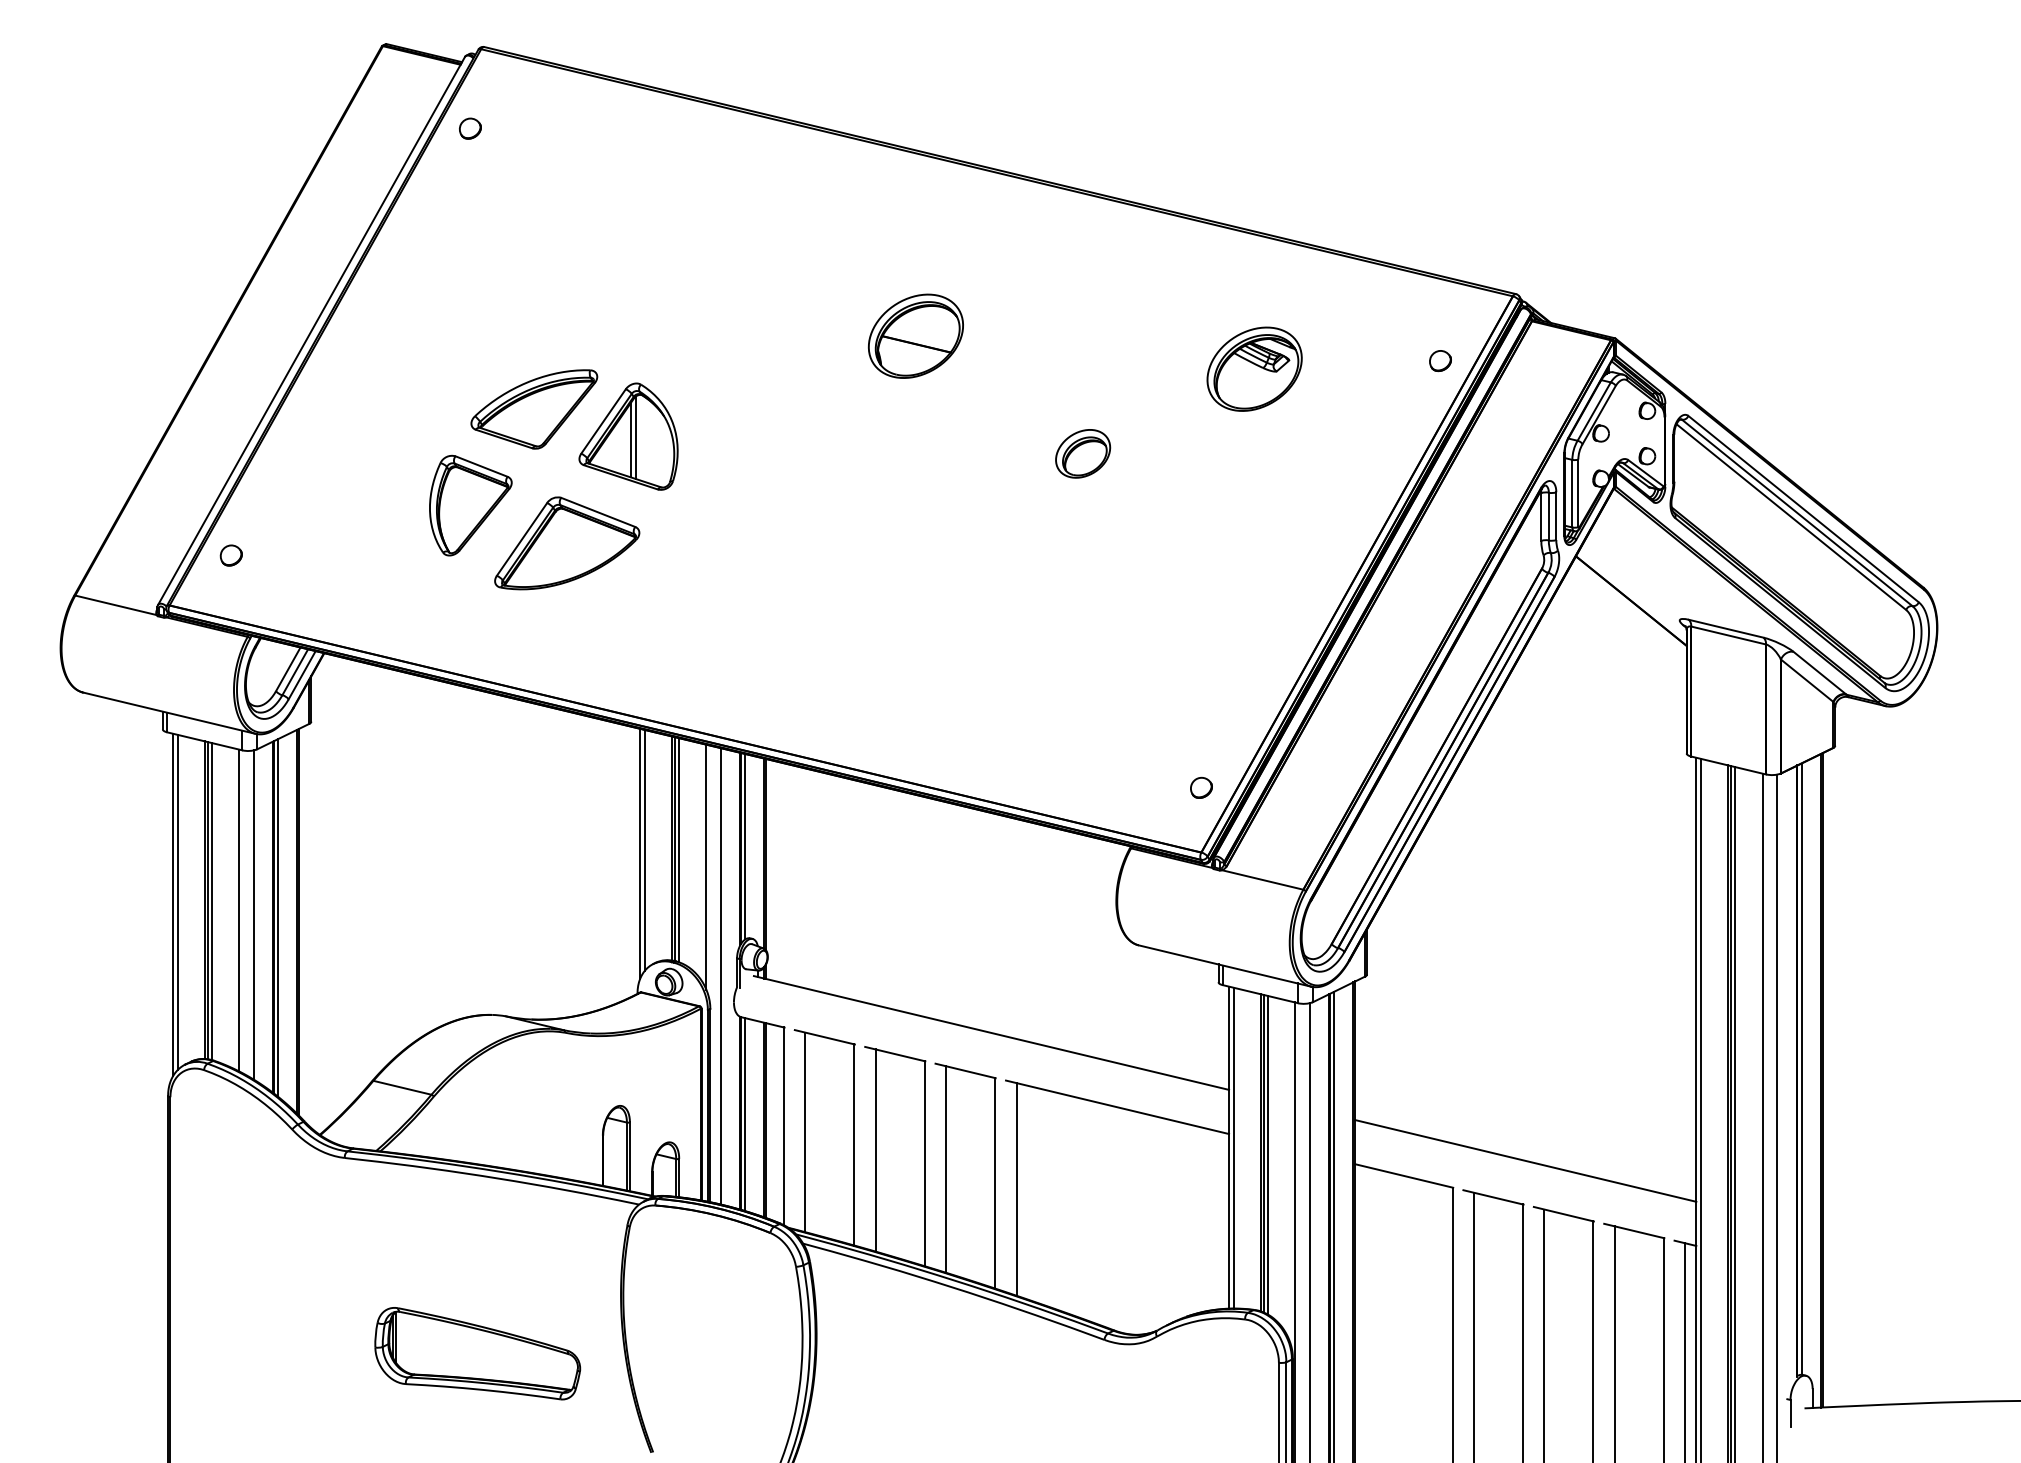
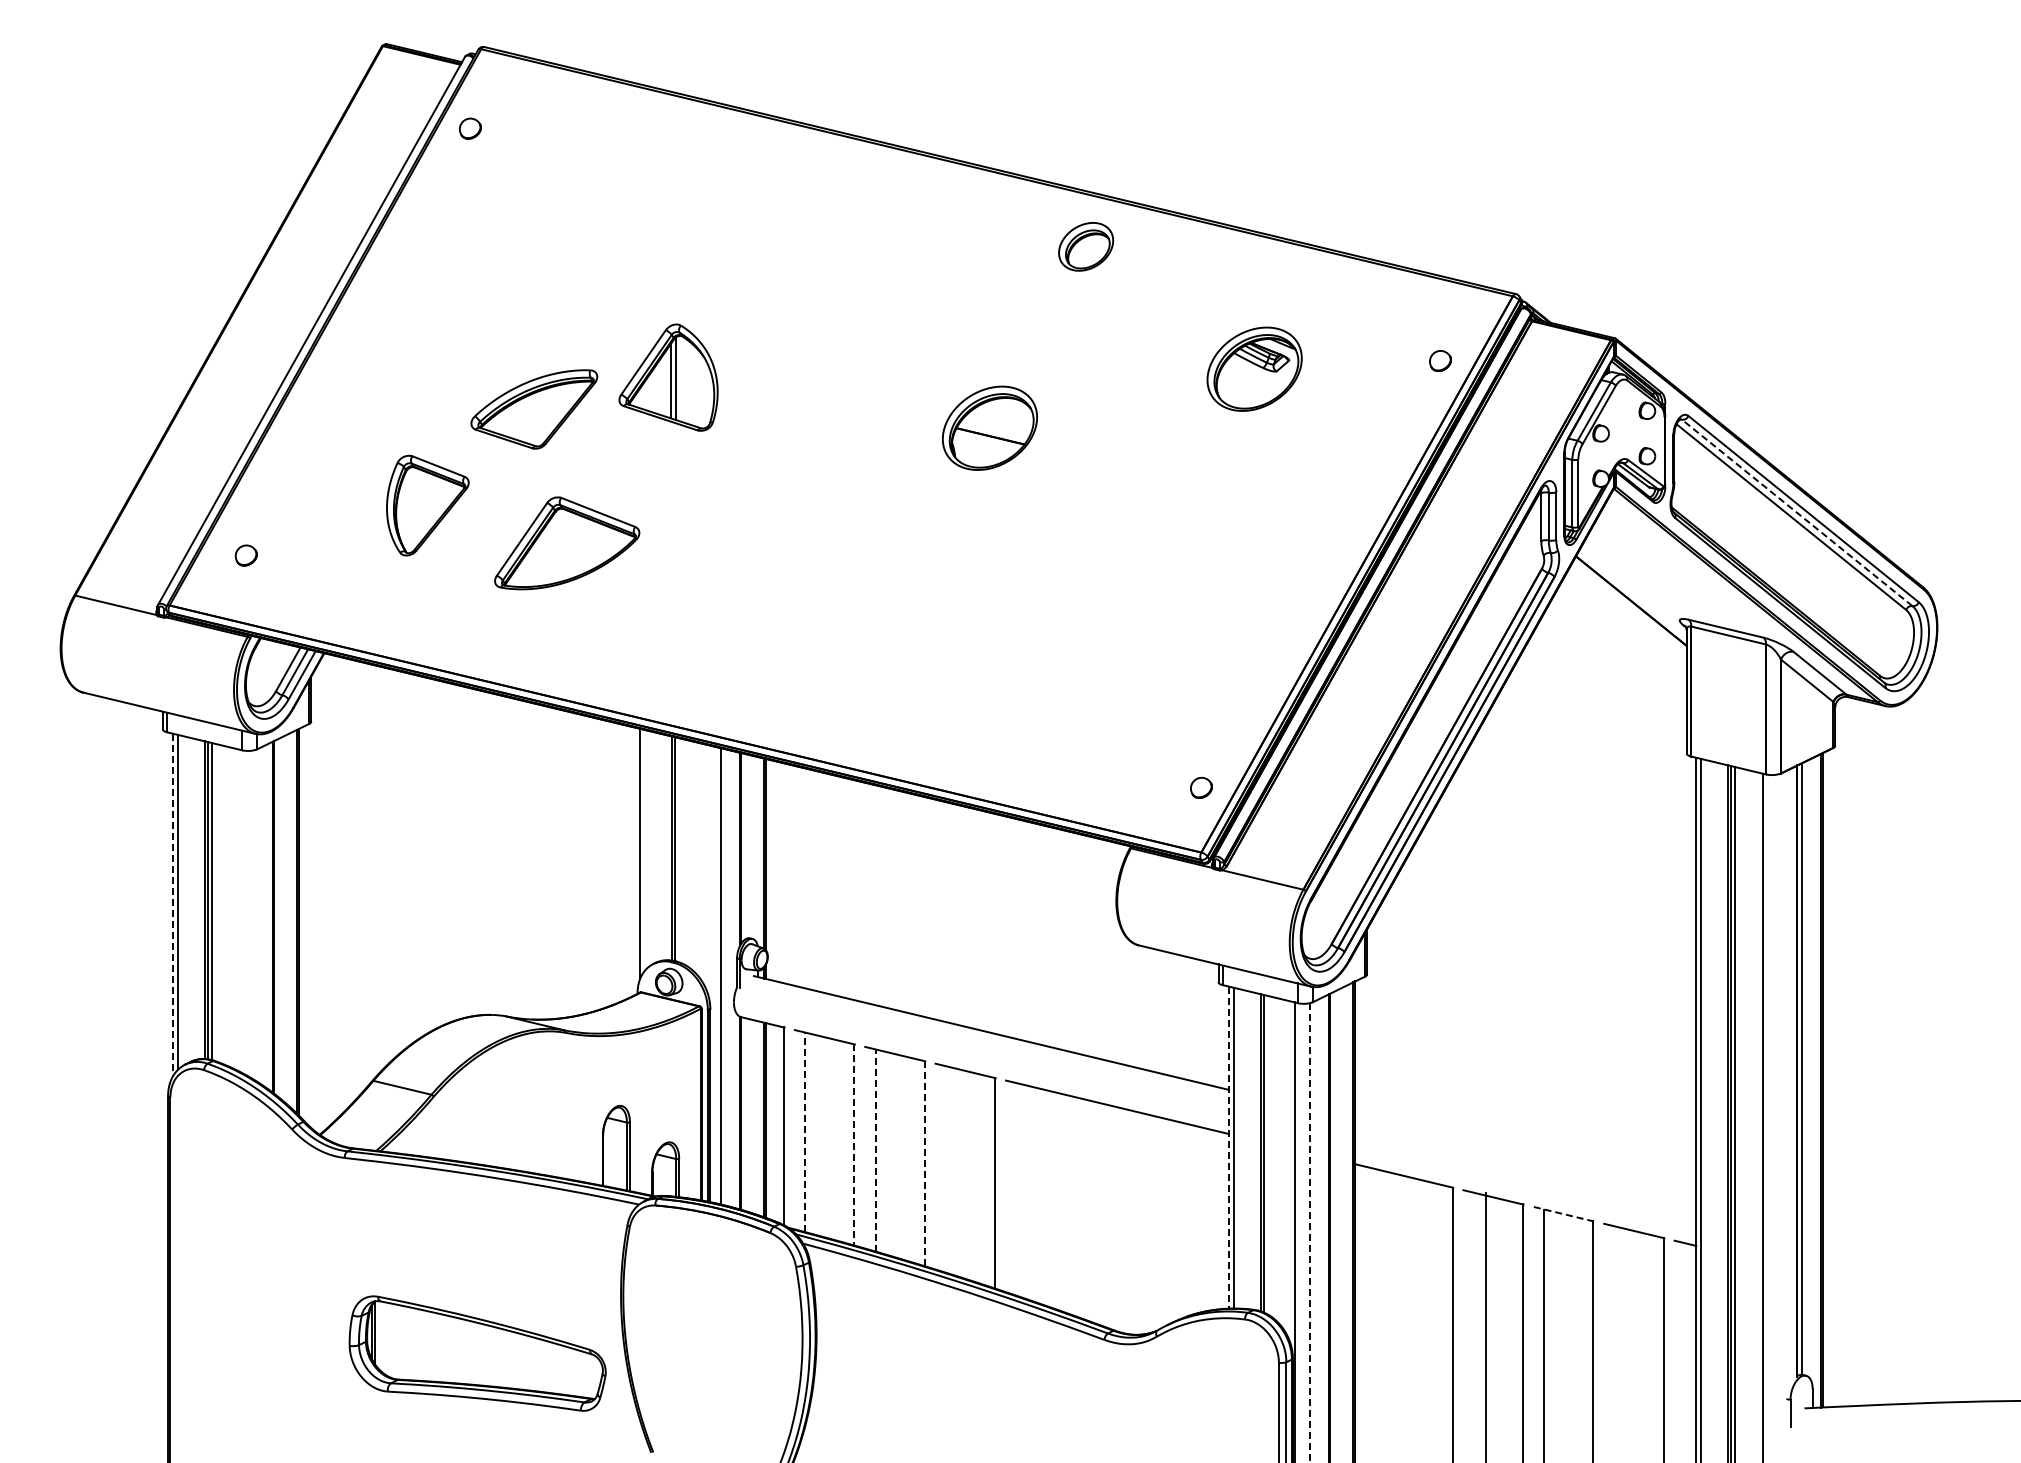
part at (915, 335) position: (915, 335) -> (989, 427)
part at (628, 436) position: (628, 436) -> (668, 377)
part at (1083, 453) position: (1083, 453) -> (1086, 246)
part at (470, 505) position: (470, 505) -> (427, 505)
line at (1796, 512): solid -> dashed
part at (230, 555) position: (230, 555) -> (245, 555)
line at (745, 846): present -> none
line at (644, 849): present -> none
line at (679, 850): present -> none
line at (706, 866): present -> none
line at (173, 905): solid -> dashed
line at (239, 910): present -> none
line at (254, 914): present -> none
line at (278, 917): present -> none
line at (745, 1114): present -> none
line at (1777, 1116): present -> none
line at (805, 1132): solid -> dashed
line at (854, 1144): solid -> dashed
line at (1229, 1147): solid -> dashed
line at (875, 1150): solid -> dashed
line at (1267, 1154): present -> none
line at (1525, 1160): present -> none
line at (924, 1163): solid -> dashed
line at (946, 1169): present -> none
line at (1016, 1189): present -> none
line at (1563, 1214): solid -> dashed
line at (1334, 1225): present -> none
line at (1310, 1233): solid -> dashed
line at (1474, 1325) position: (1474, 1325) -> (1486, 1325)
line at (1614, 1342): present -> none
line at (1685, 1351): present -> none
part at (477, 1353) size: 208x94 px -> 259x117 px
